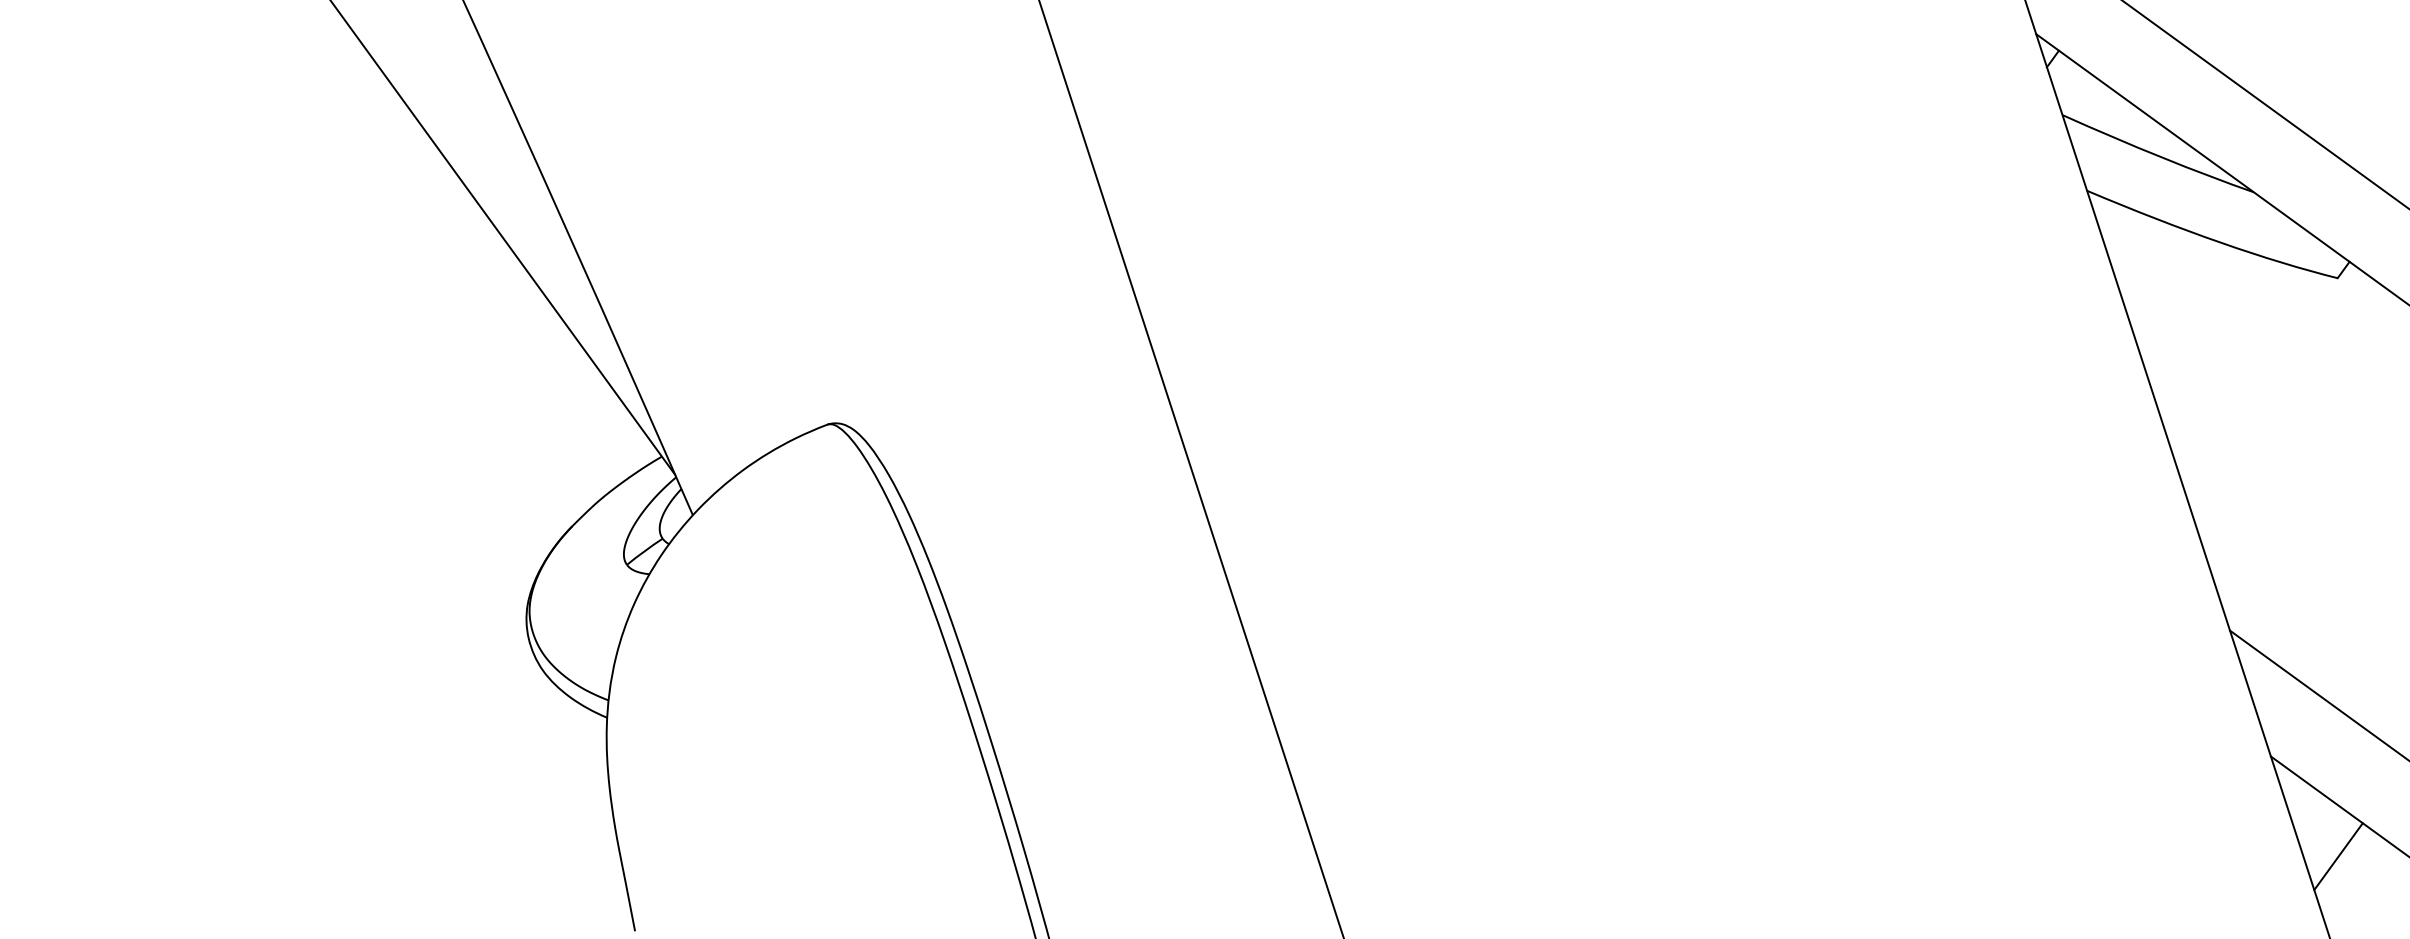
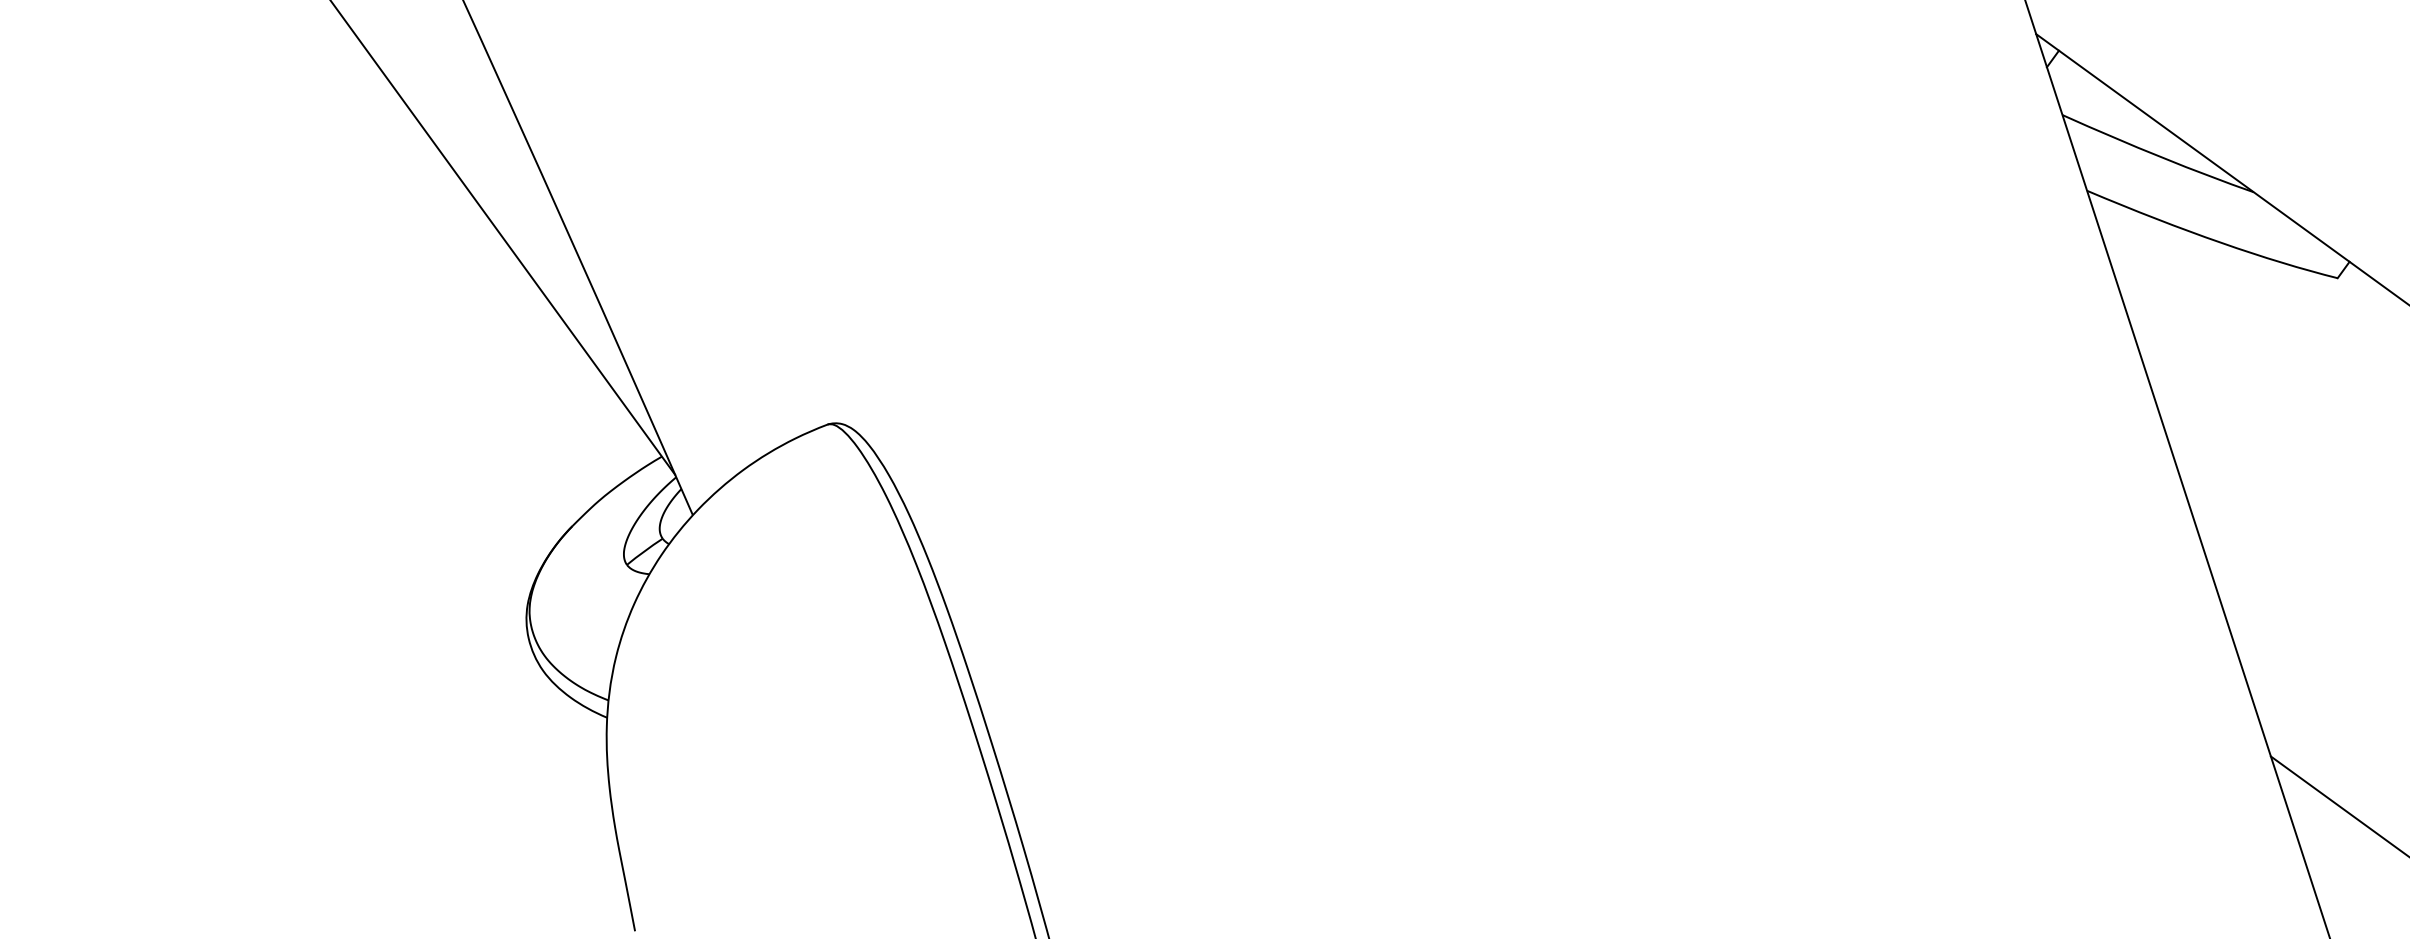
line at (2265, 104): present -> none
line at (1191, 468): present -> none
line at (2318, 694): present -> none
line at (2338, 856): present -> none
